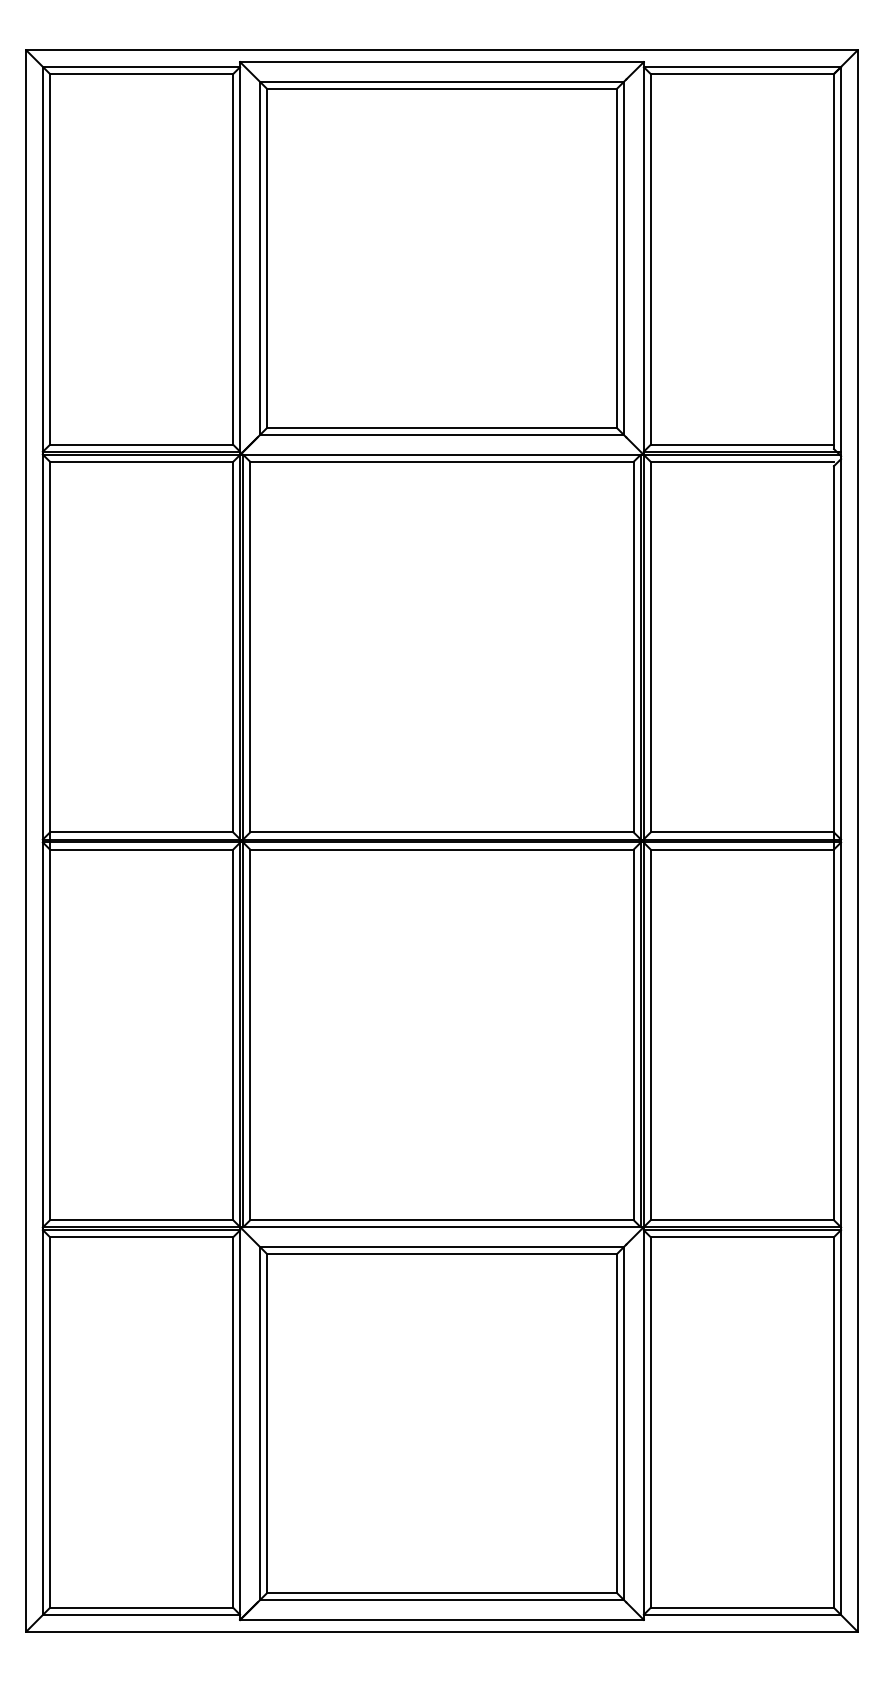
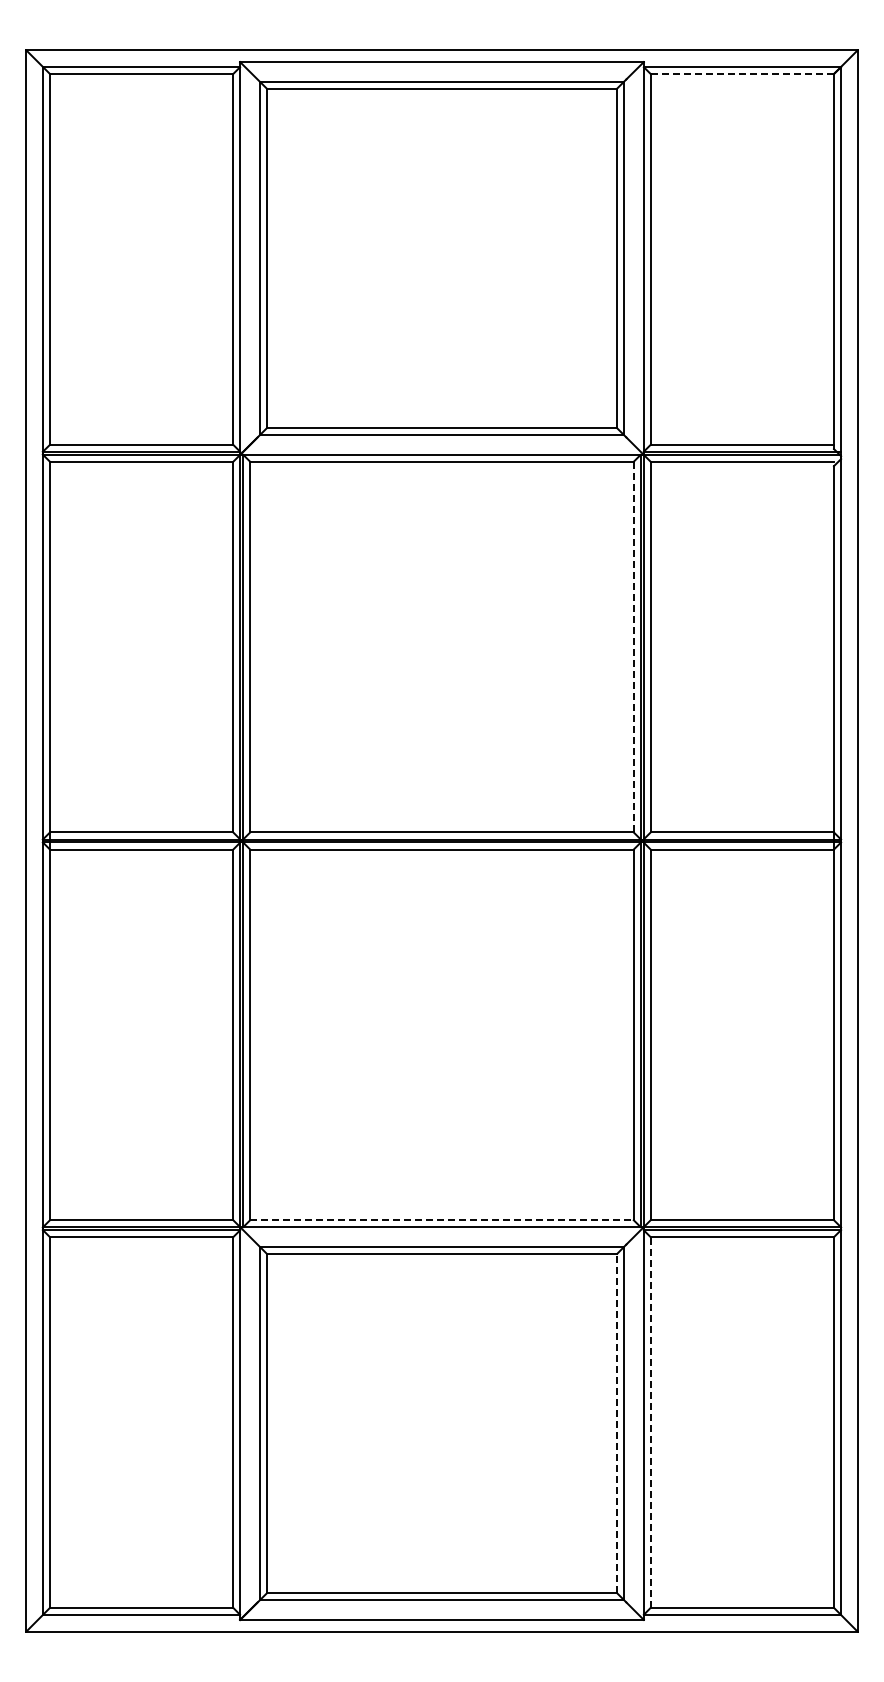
line at (742, 73): solid -> dashed
line at (633, 646): solid -> dashed
line at (441, 1220): solid -> dashed
line at (650, 1422): solid -> dashed
line at (617, 1423): solid -> dashed
